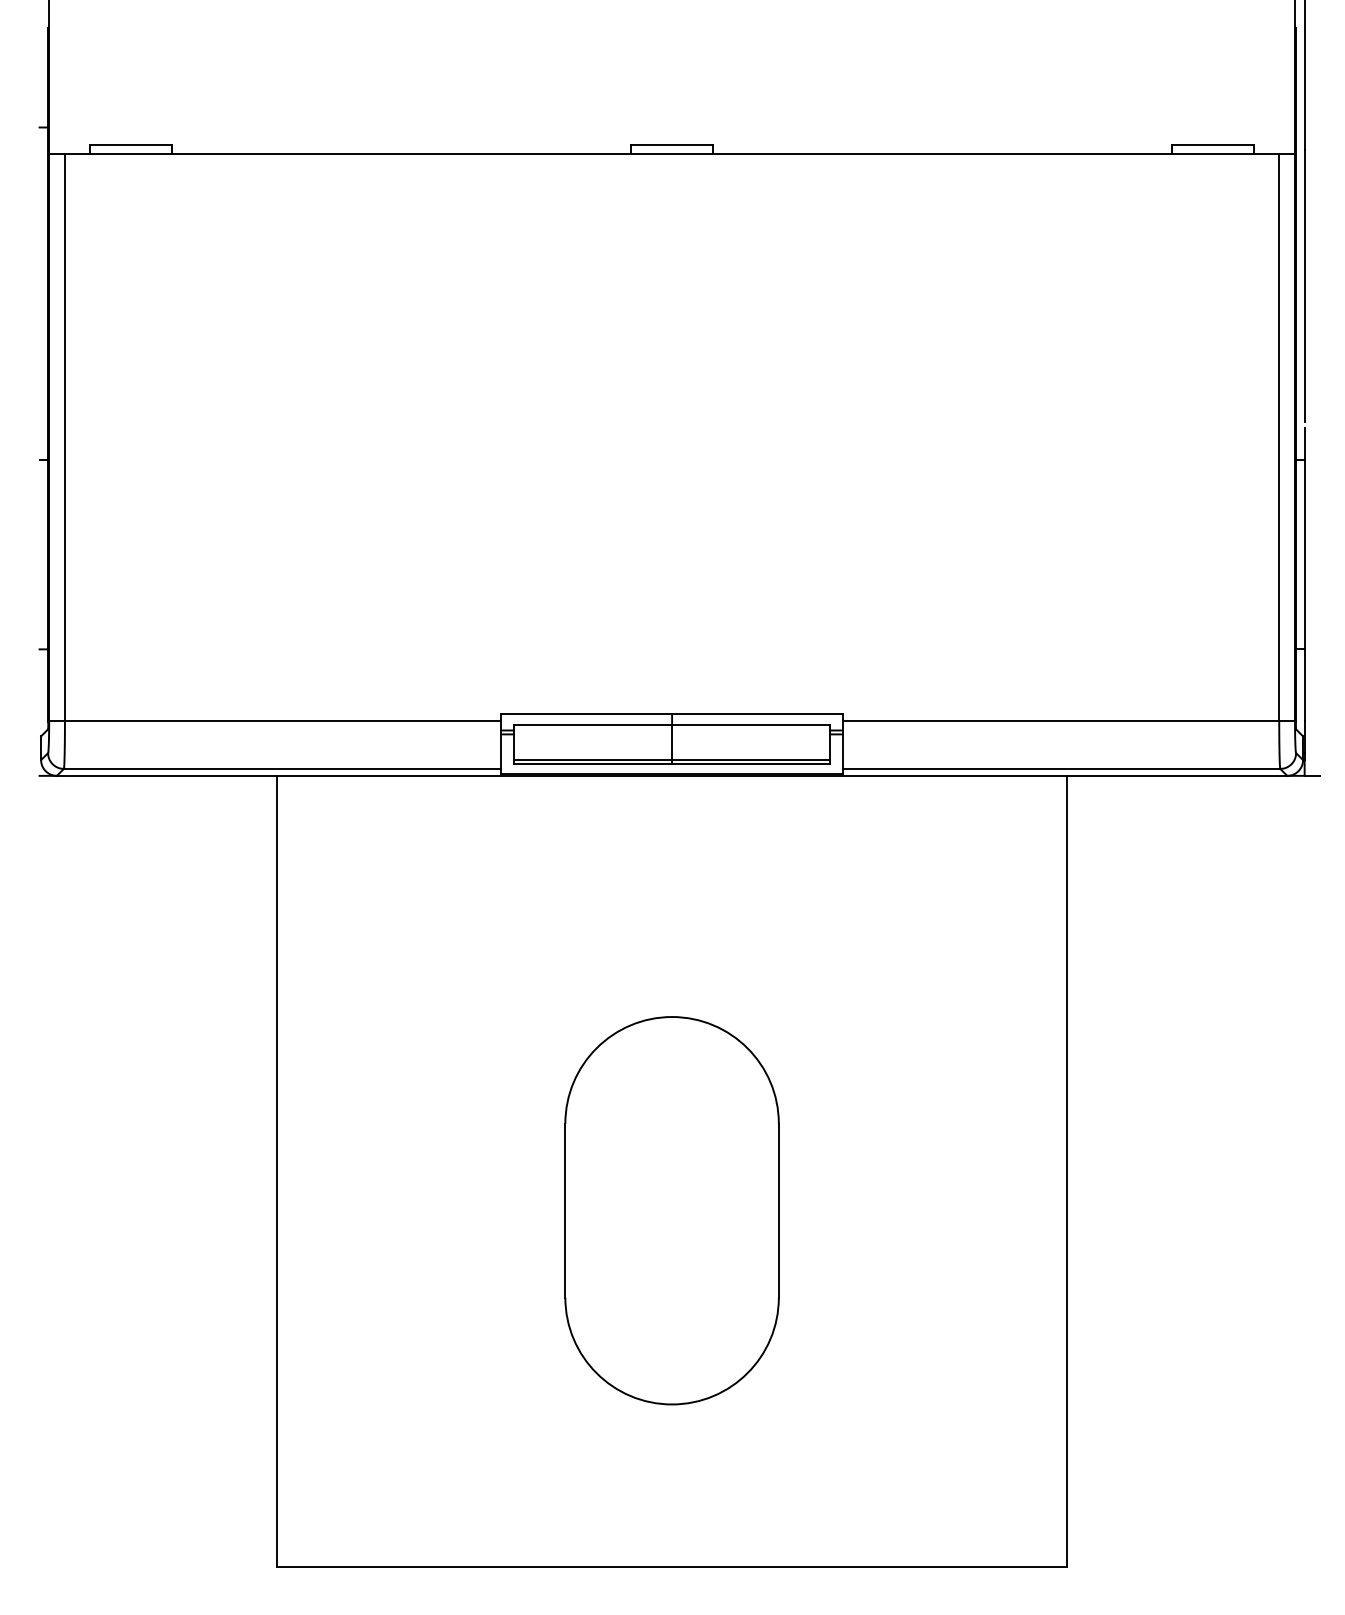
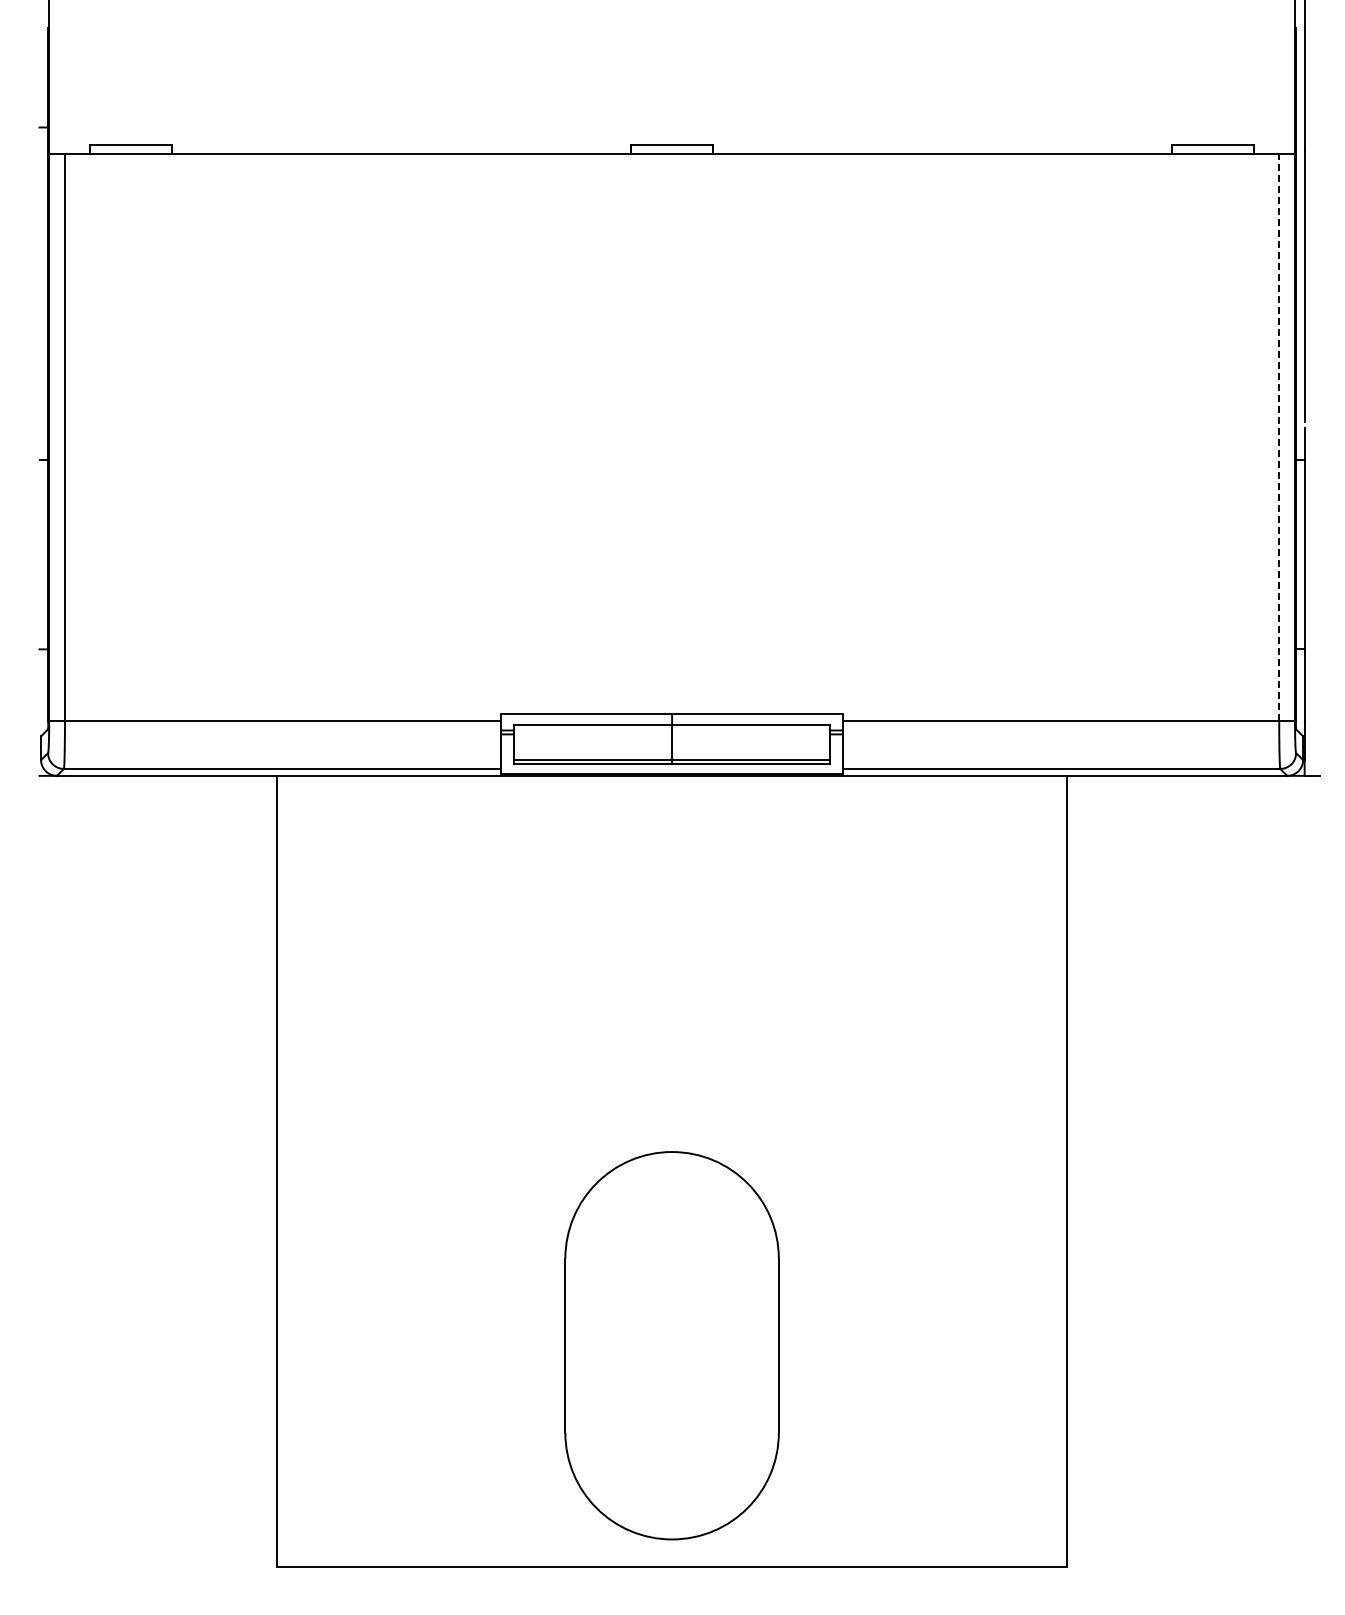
line at (1279, 437): solid -> dashed
part at (671, 1210) position: (671, 1210) -> (671, 1345)
